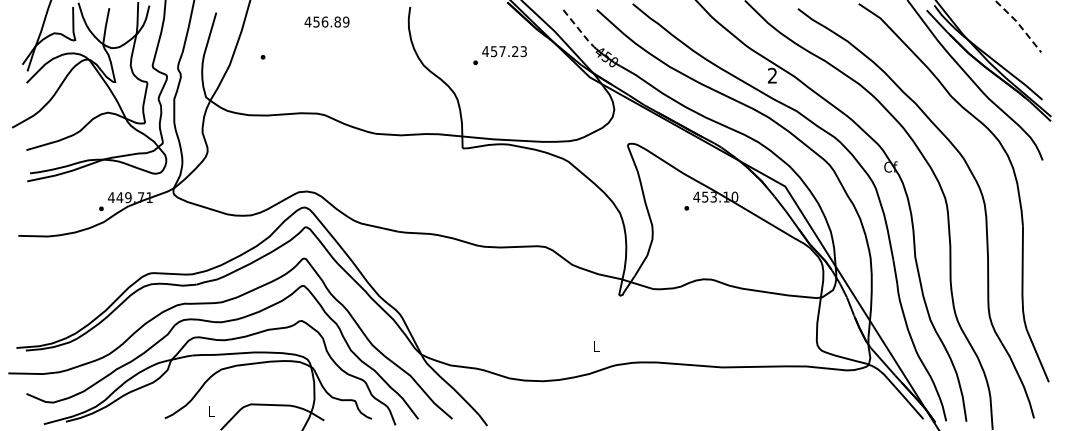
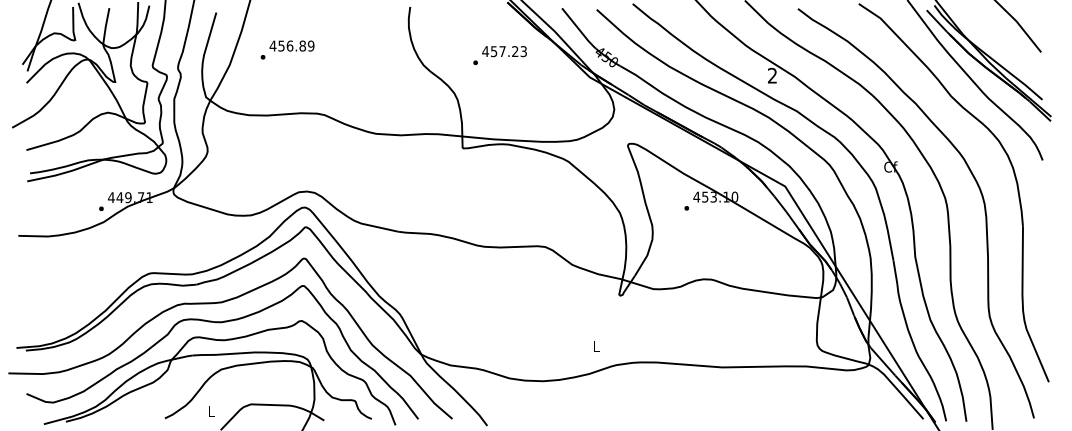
text at (326, 21) position: (326, 21) -> (291, 45)
line at (1019, 25): dashed -> solid
line at (579, 30): dashed -> solid
